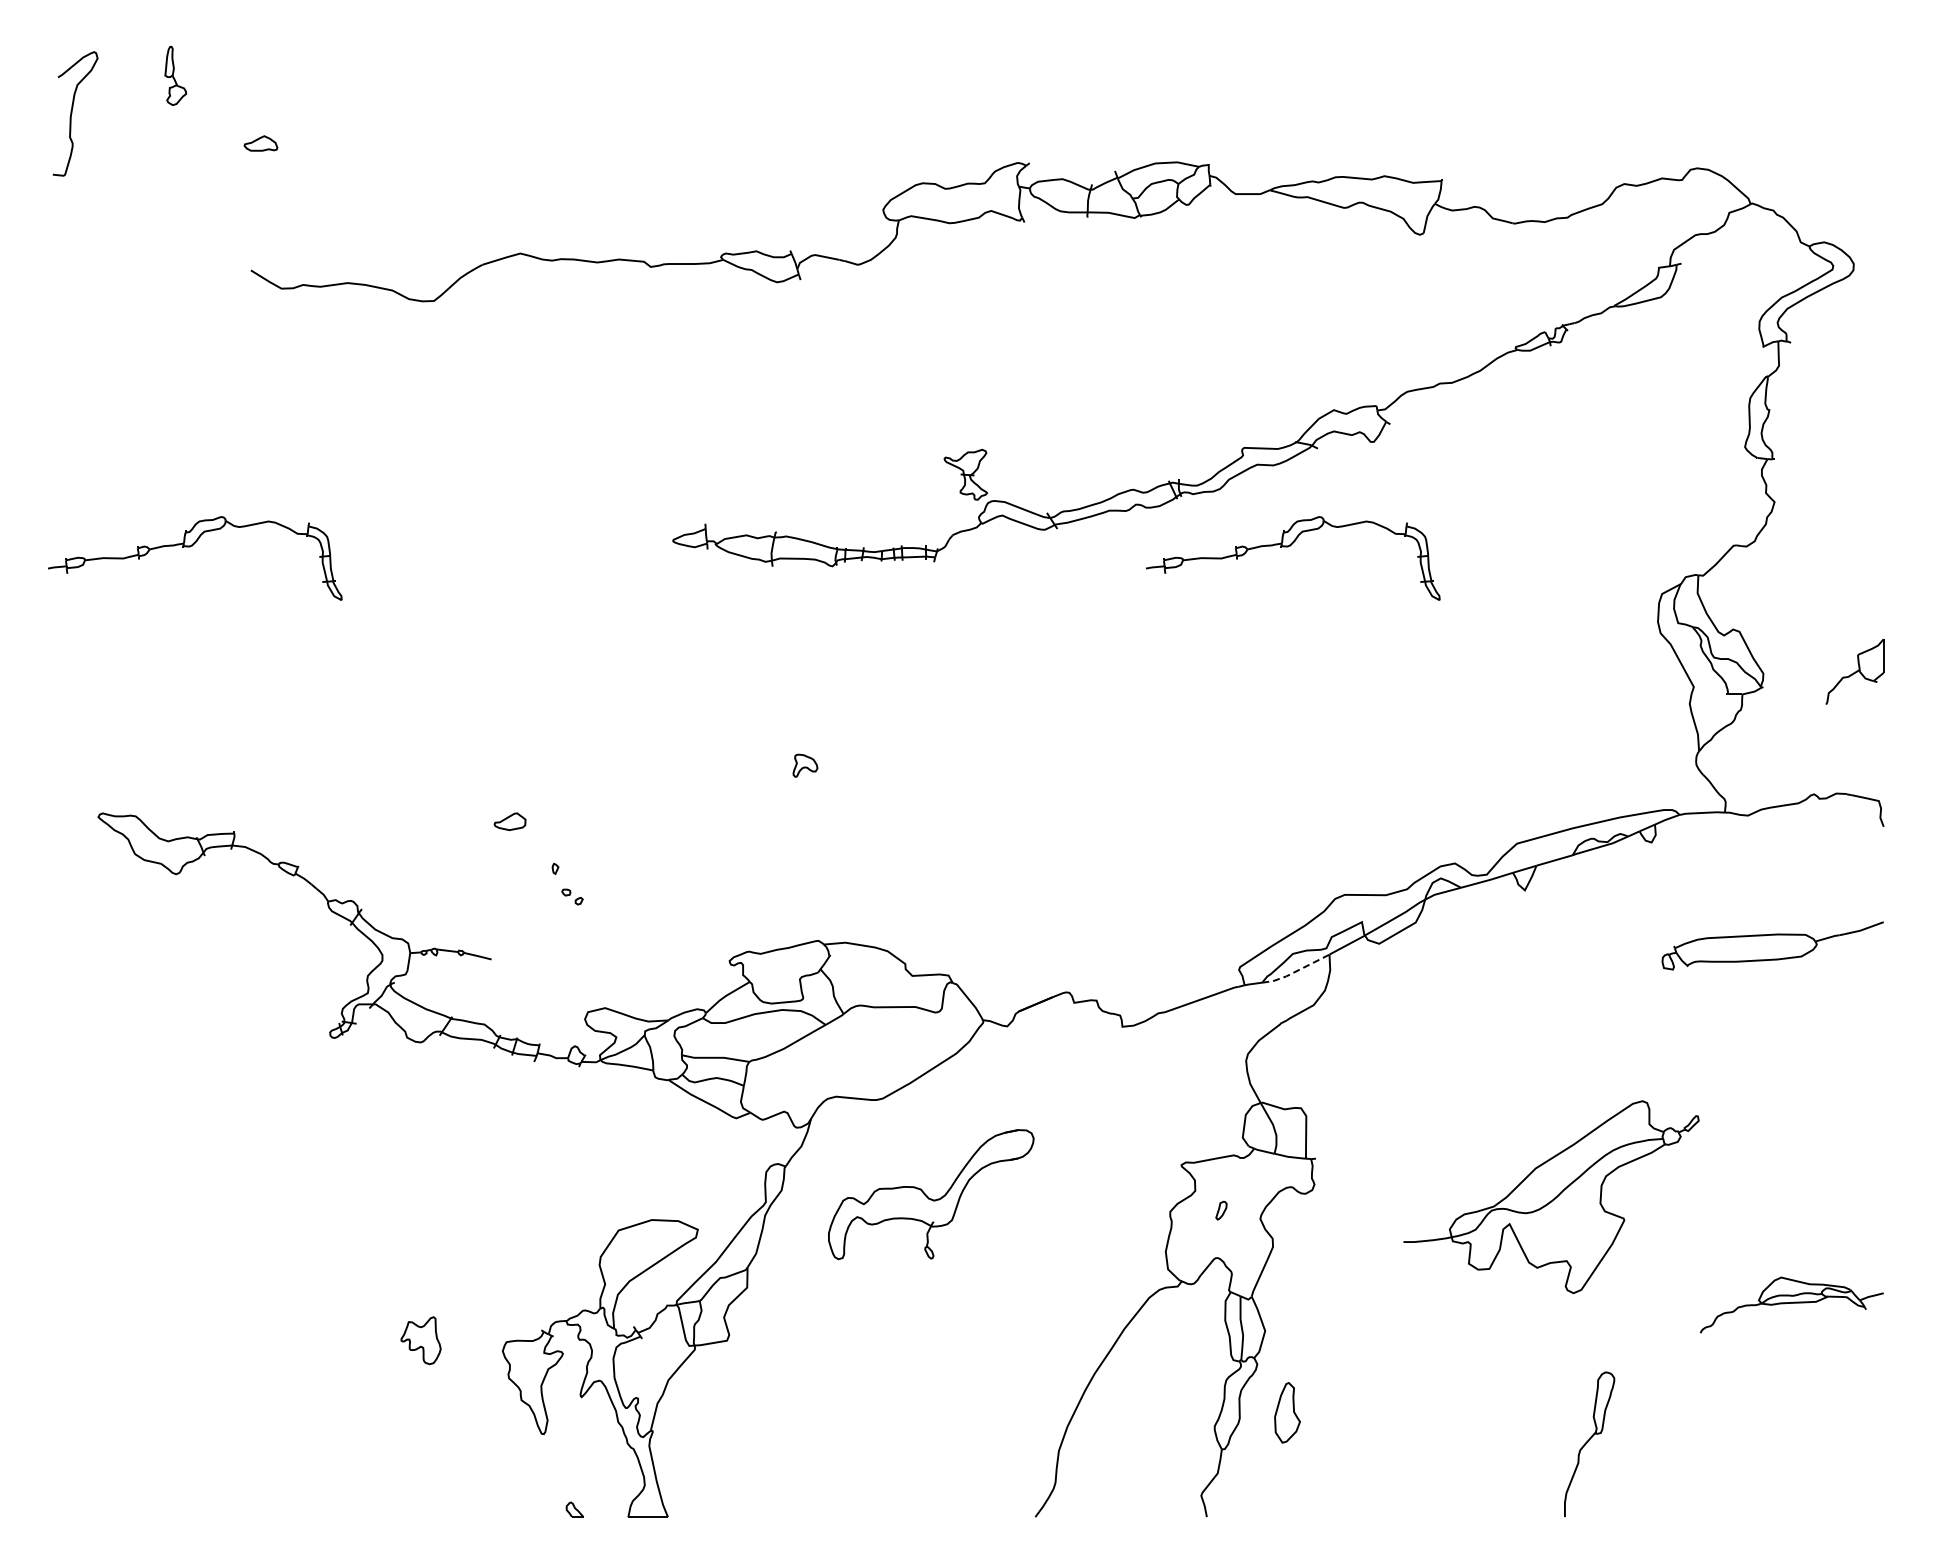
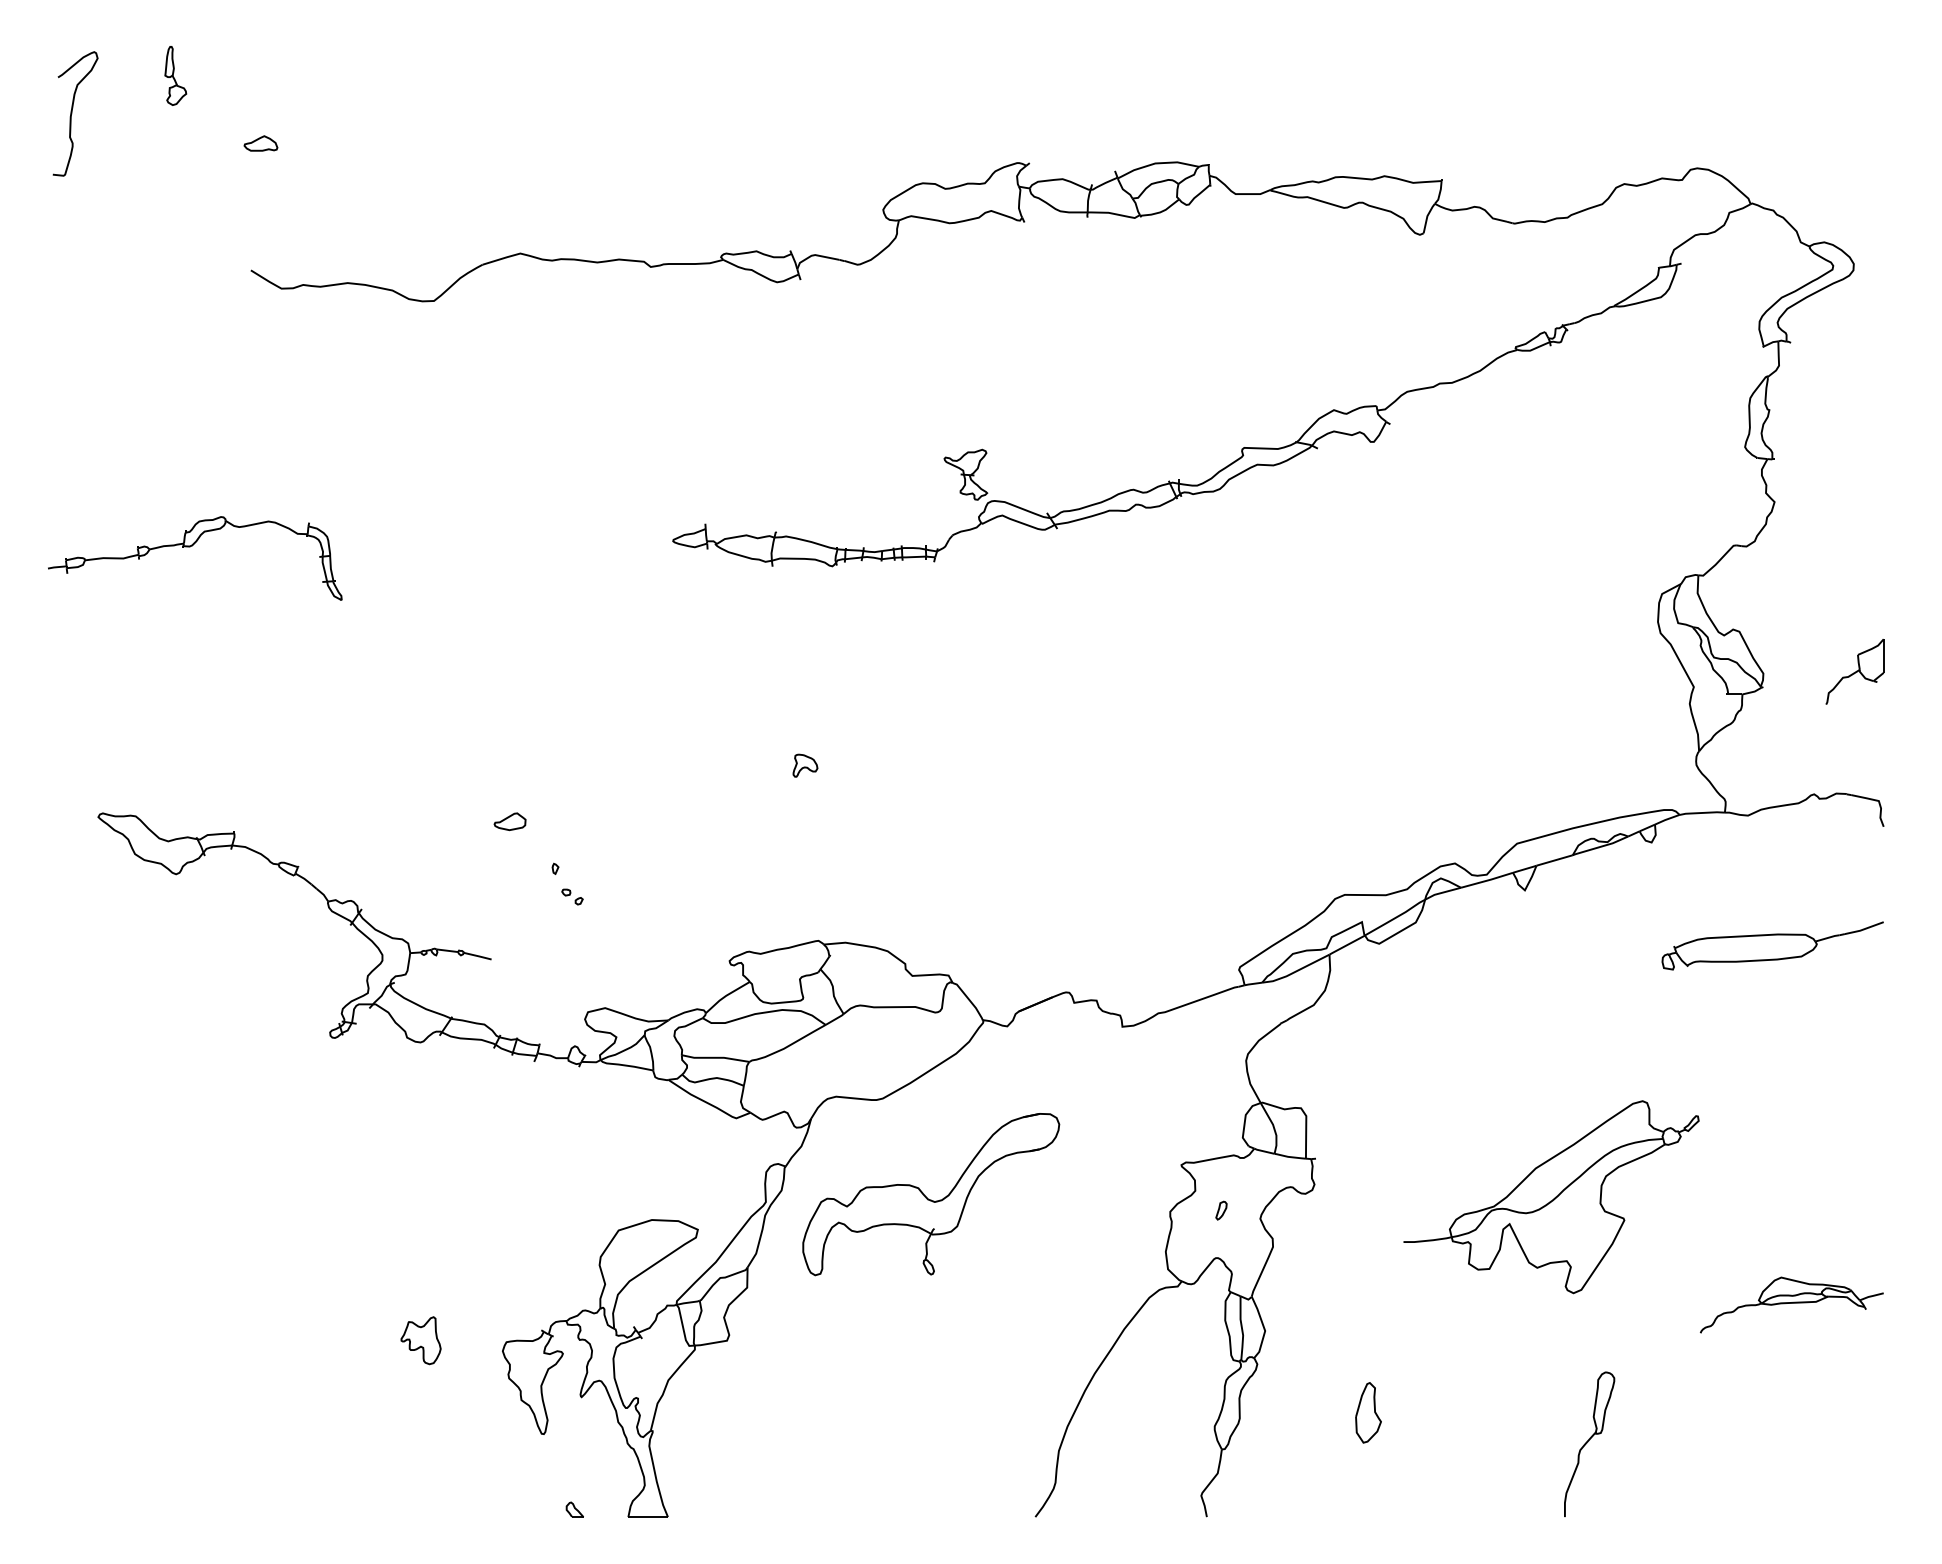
part at (1288, 547): present -> none
line at (1296, 971): dashed -> solid
part at (931, 1194) size: 207x132 px -> 259x164 px
part at (1287, 1412) position: (1287, 1412) -> (1368, 1412)
